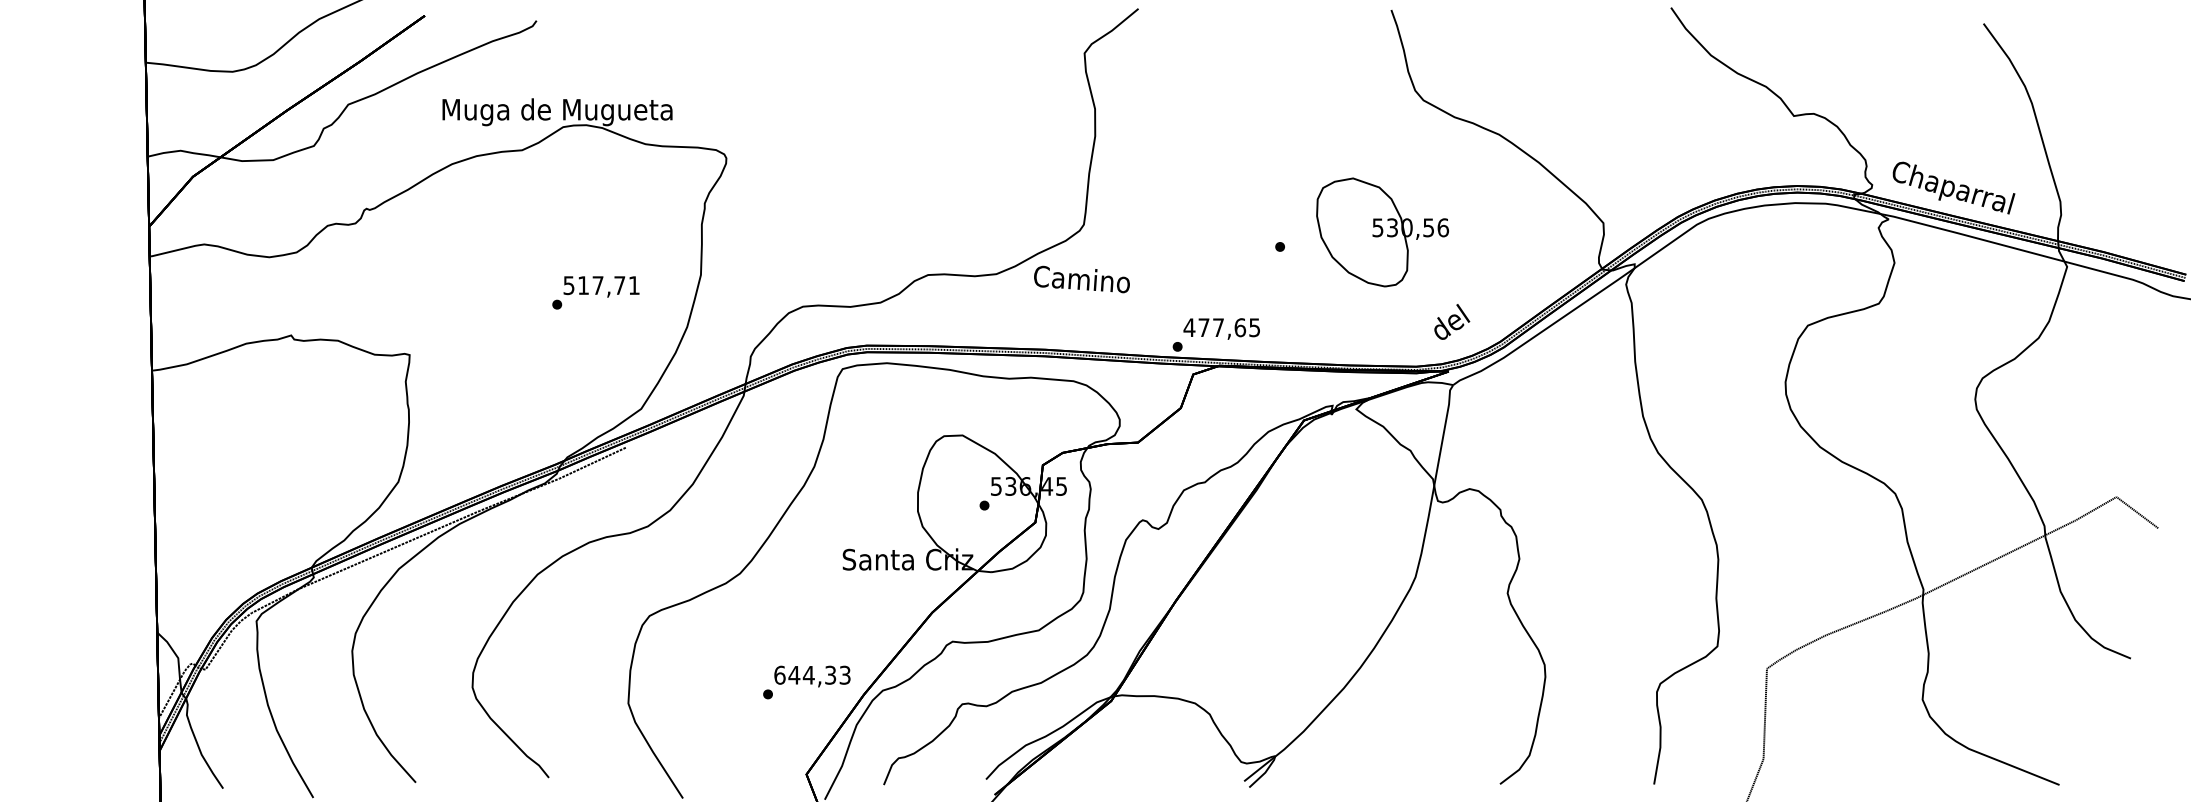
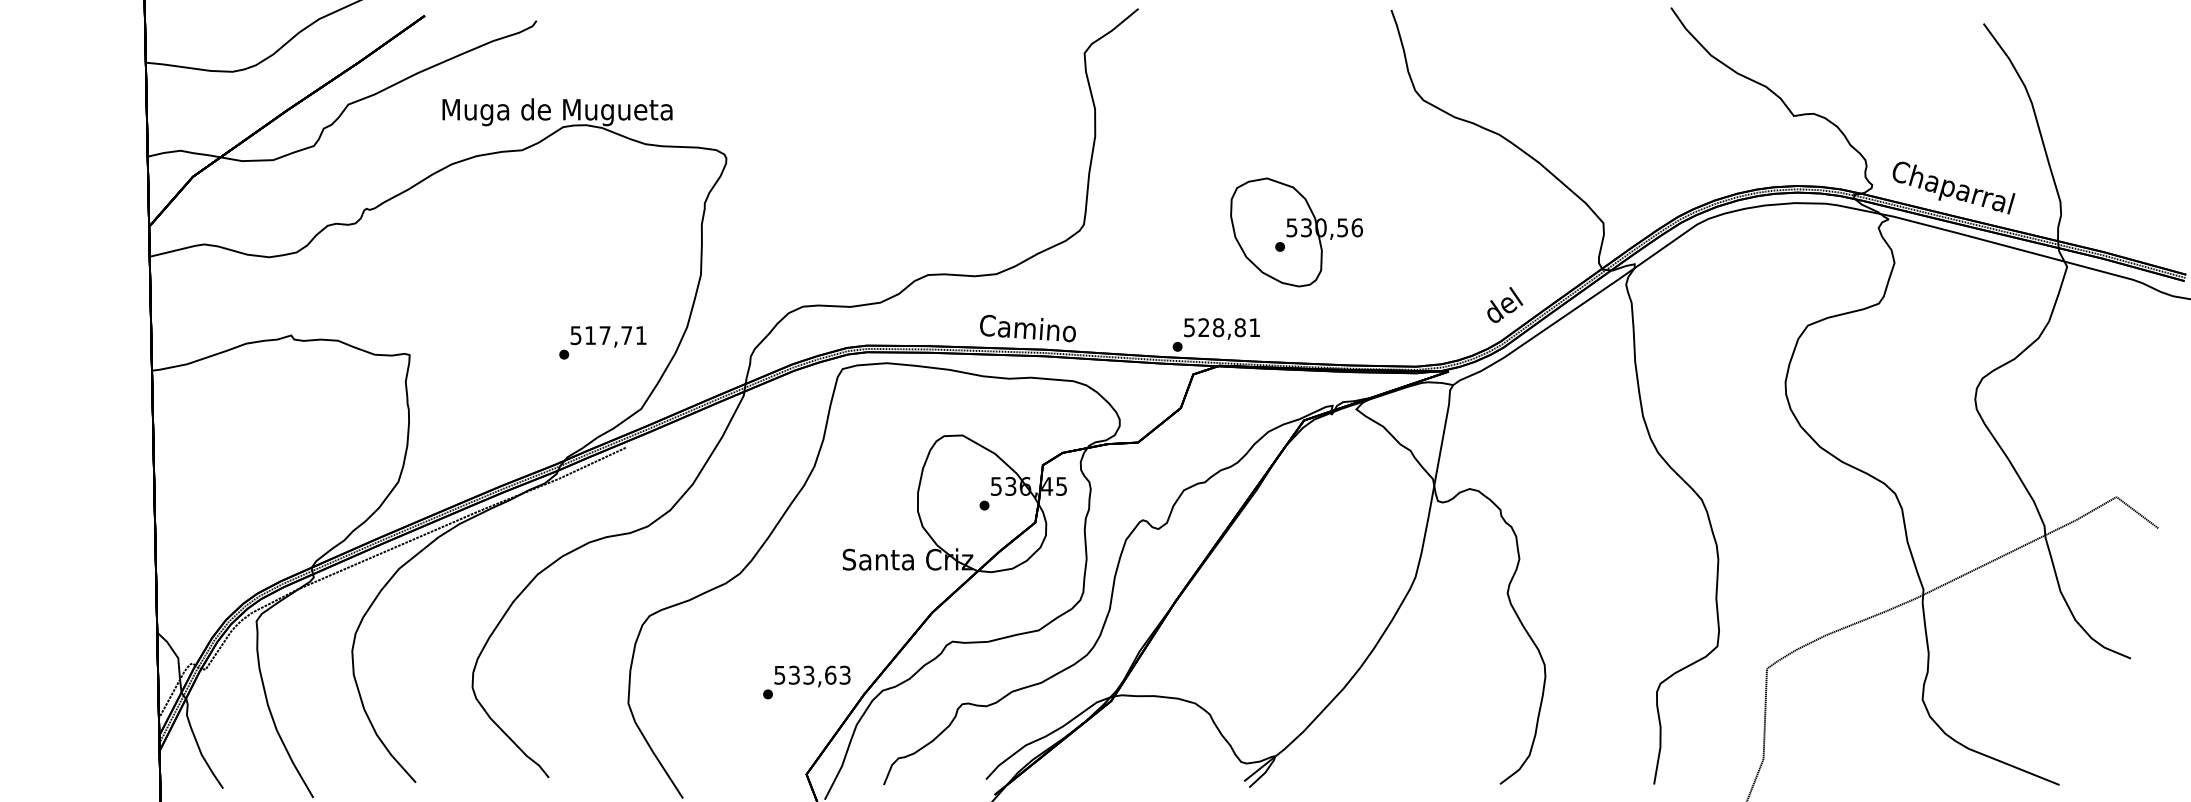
part at (1382, 232) position: (1382, 232) -> (1296, 232)
text at (1081, 279) position: (1081, 279) -> (1027, 328)
text at (595, 292) position: (595, 292) -> (602, 342)
text at (1452, 321) position: (1452, 321) -> (1505, 304)
text at (1221, 327): 477,65 -> 528,81
text at (805, 674): 644,33 -> 533,63
